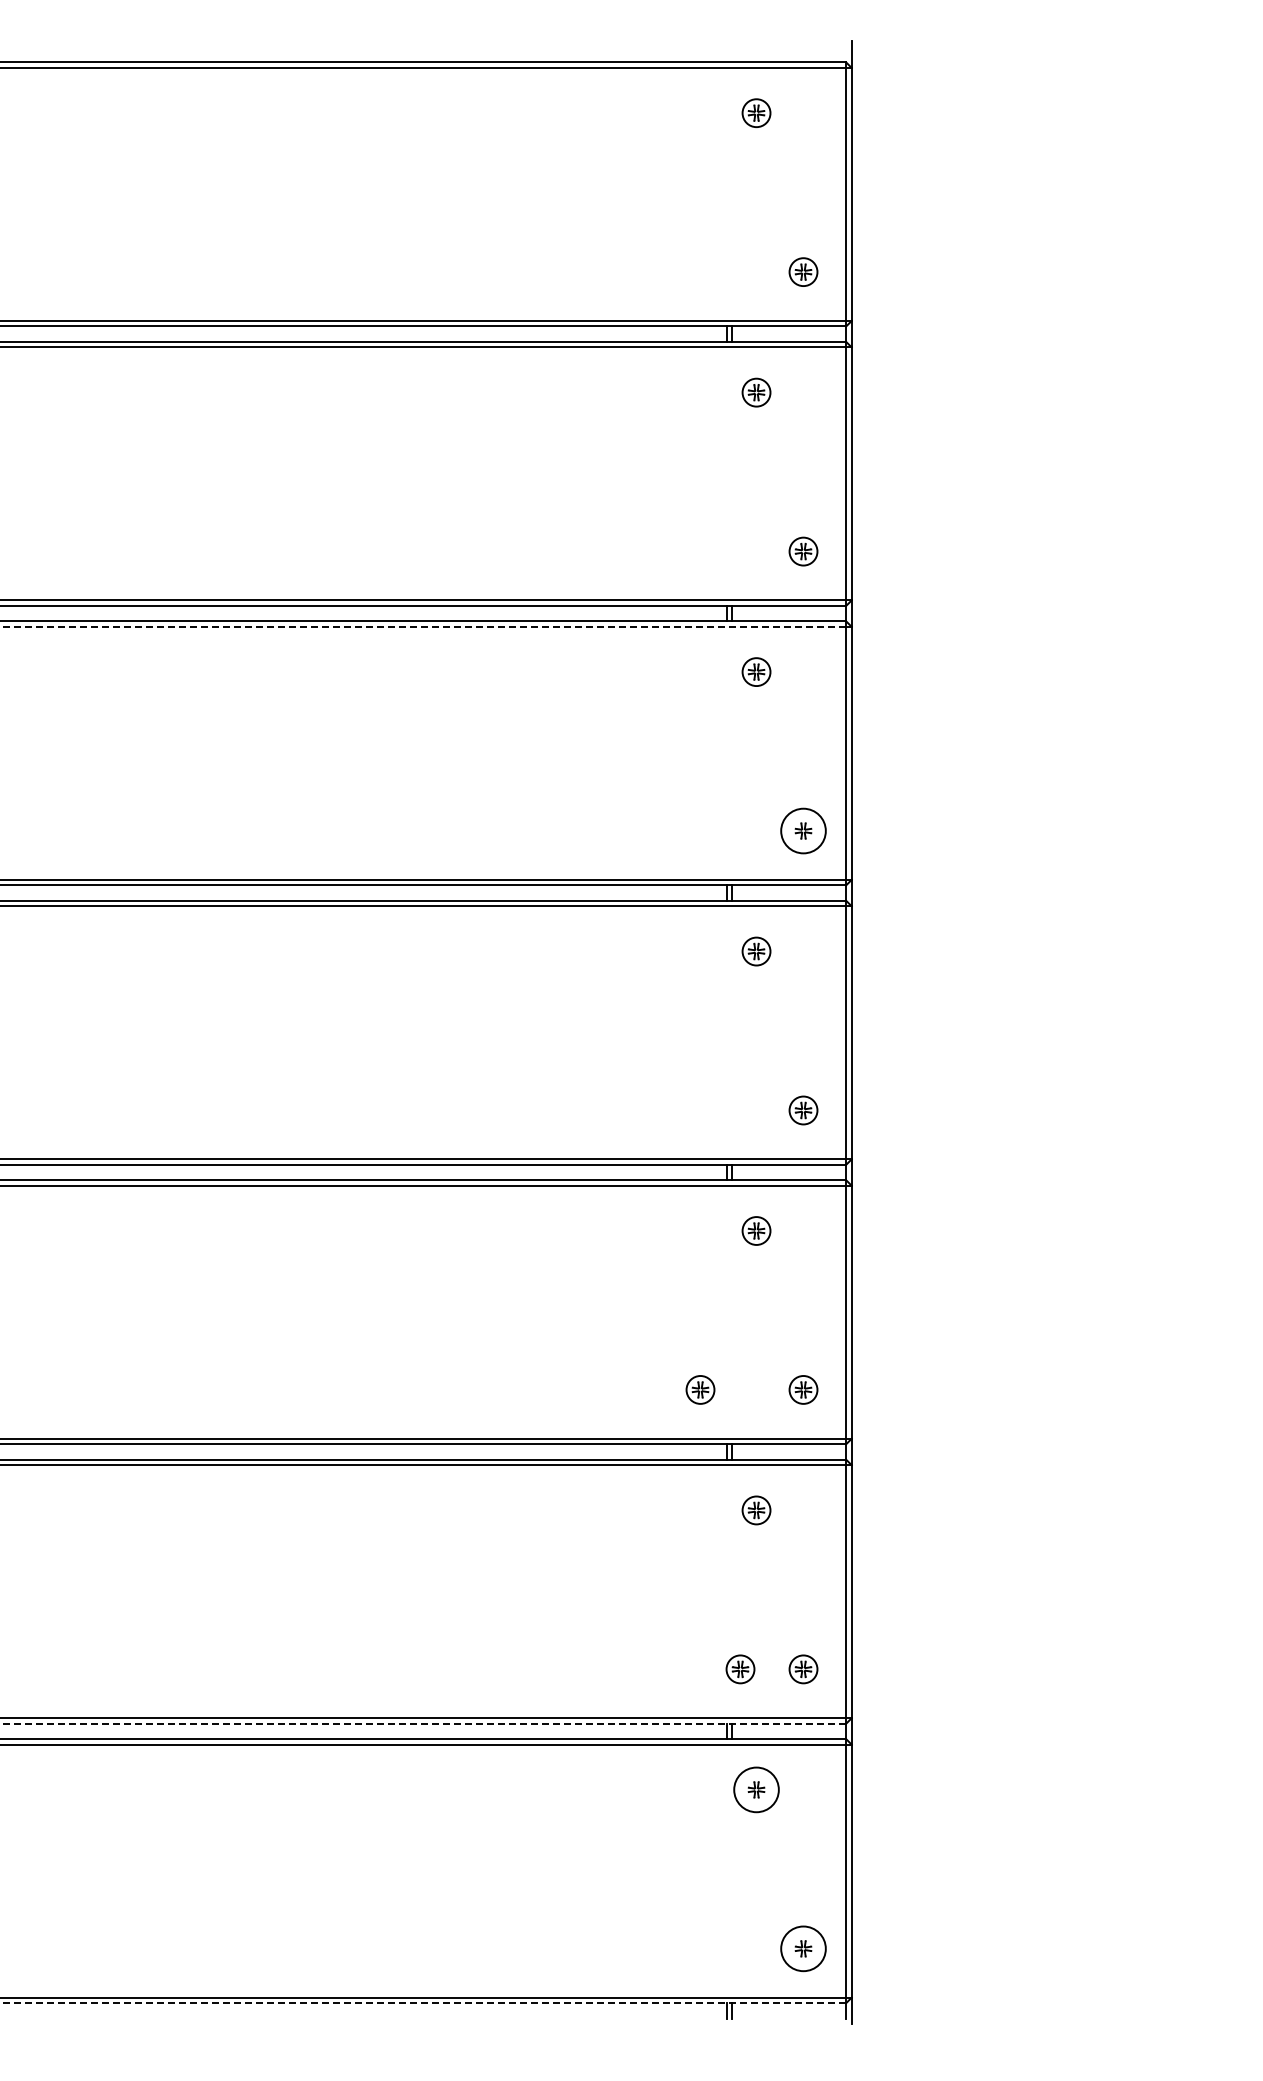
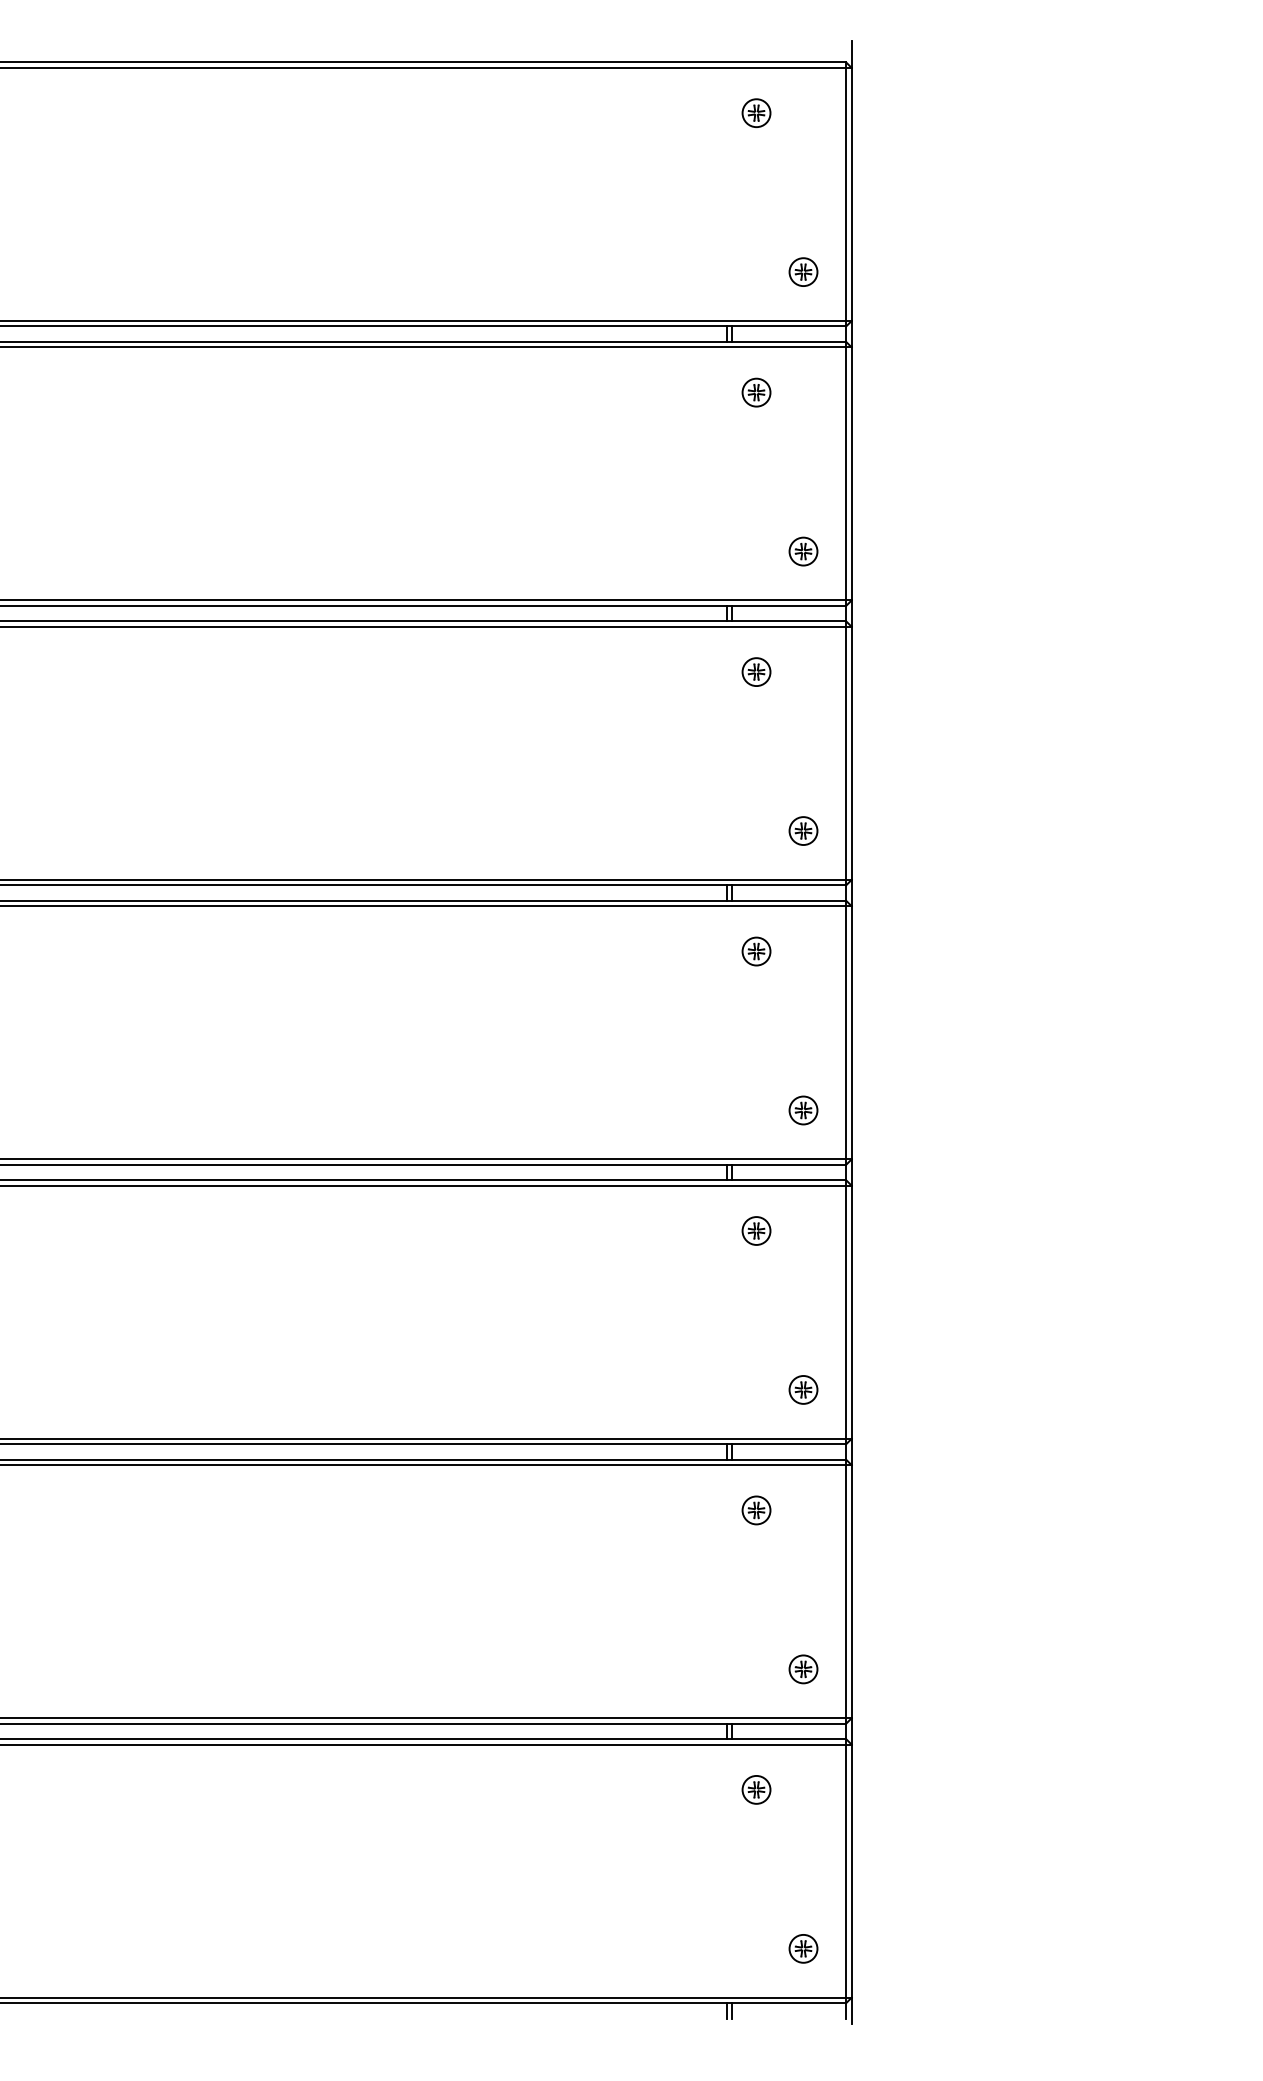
line at (423, 626): dashed -> solid
circle at (803, 830) diameter: 45 px -> 28 px
part at (700, 1389): present -> none
part at (740, 1669): present -> none
line at (423, 1723): dashed -> solid
circle at (756, 1789) diameter: 45 px -> 28 px
circle at (803, 1948) diameter: 45 px -> 28 px
line at (423, 2003): dashed -> solid
